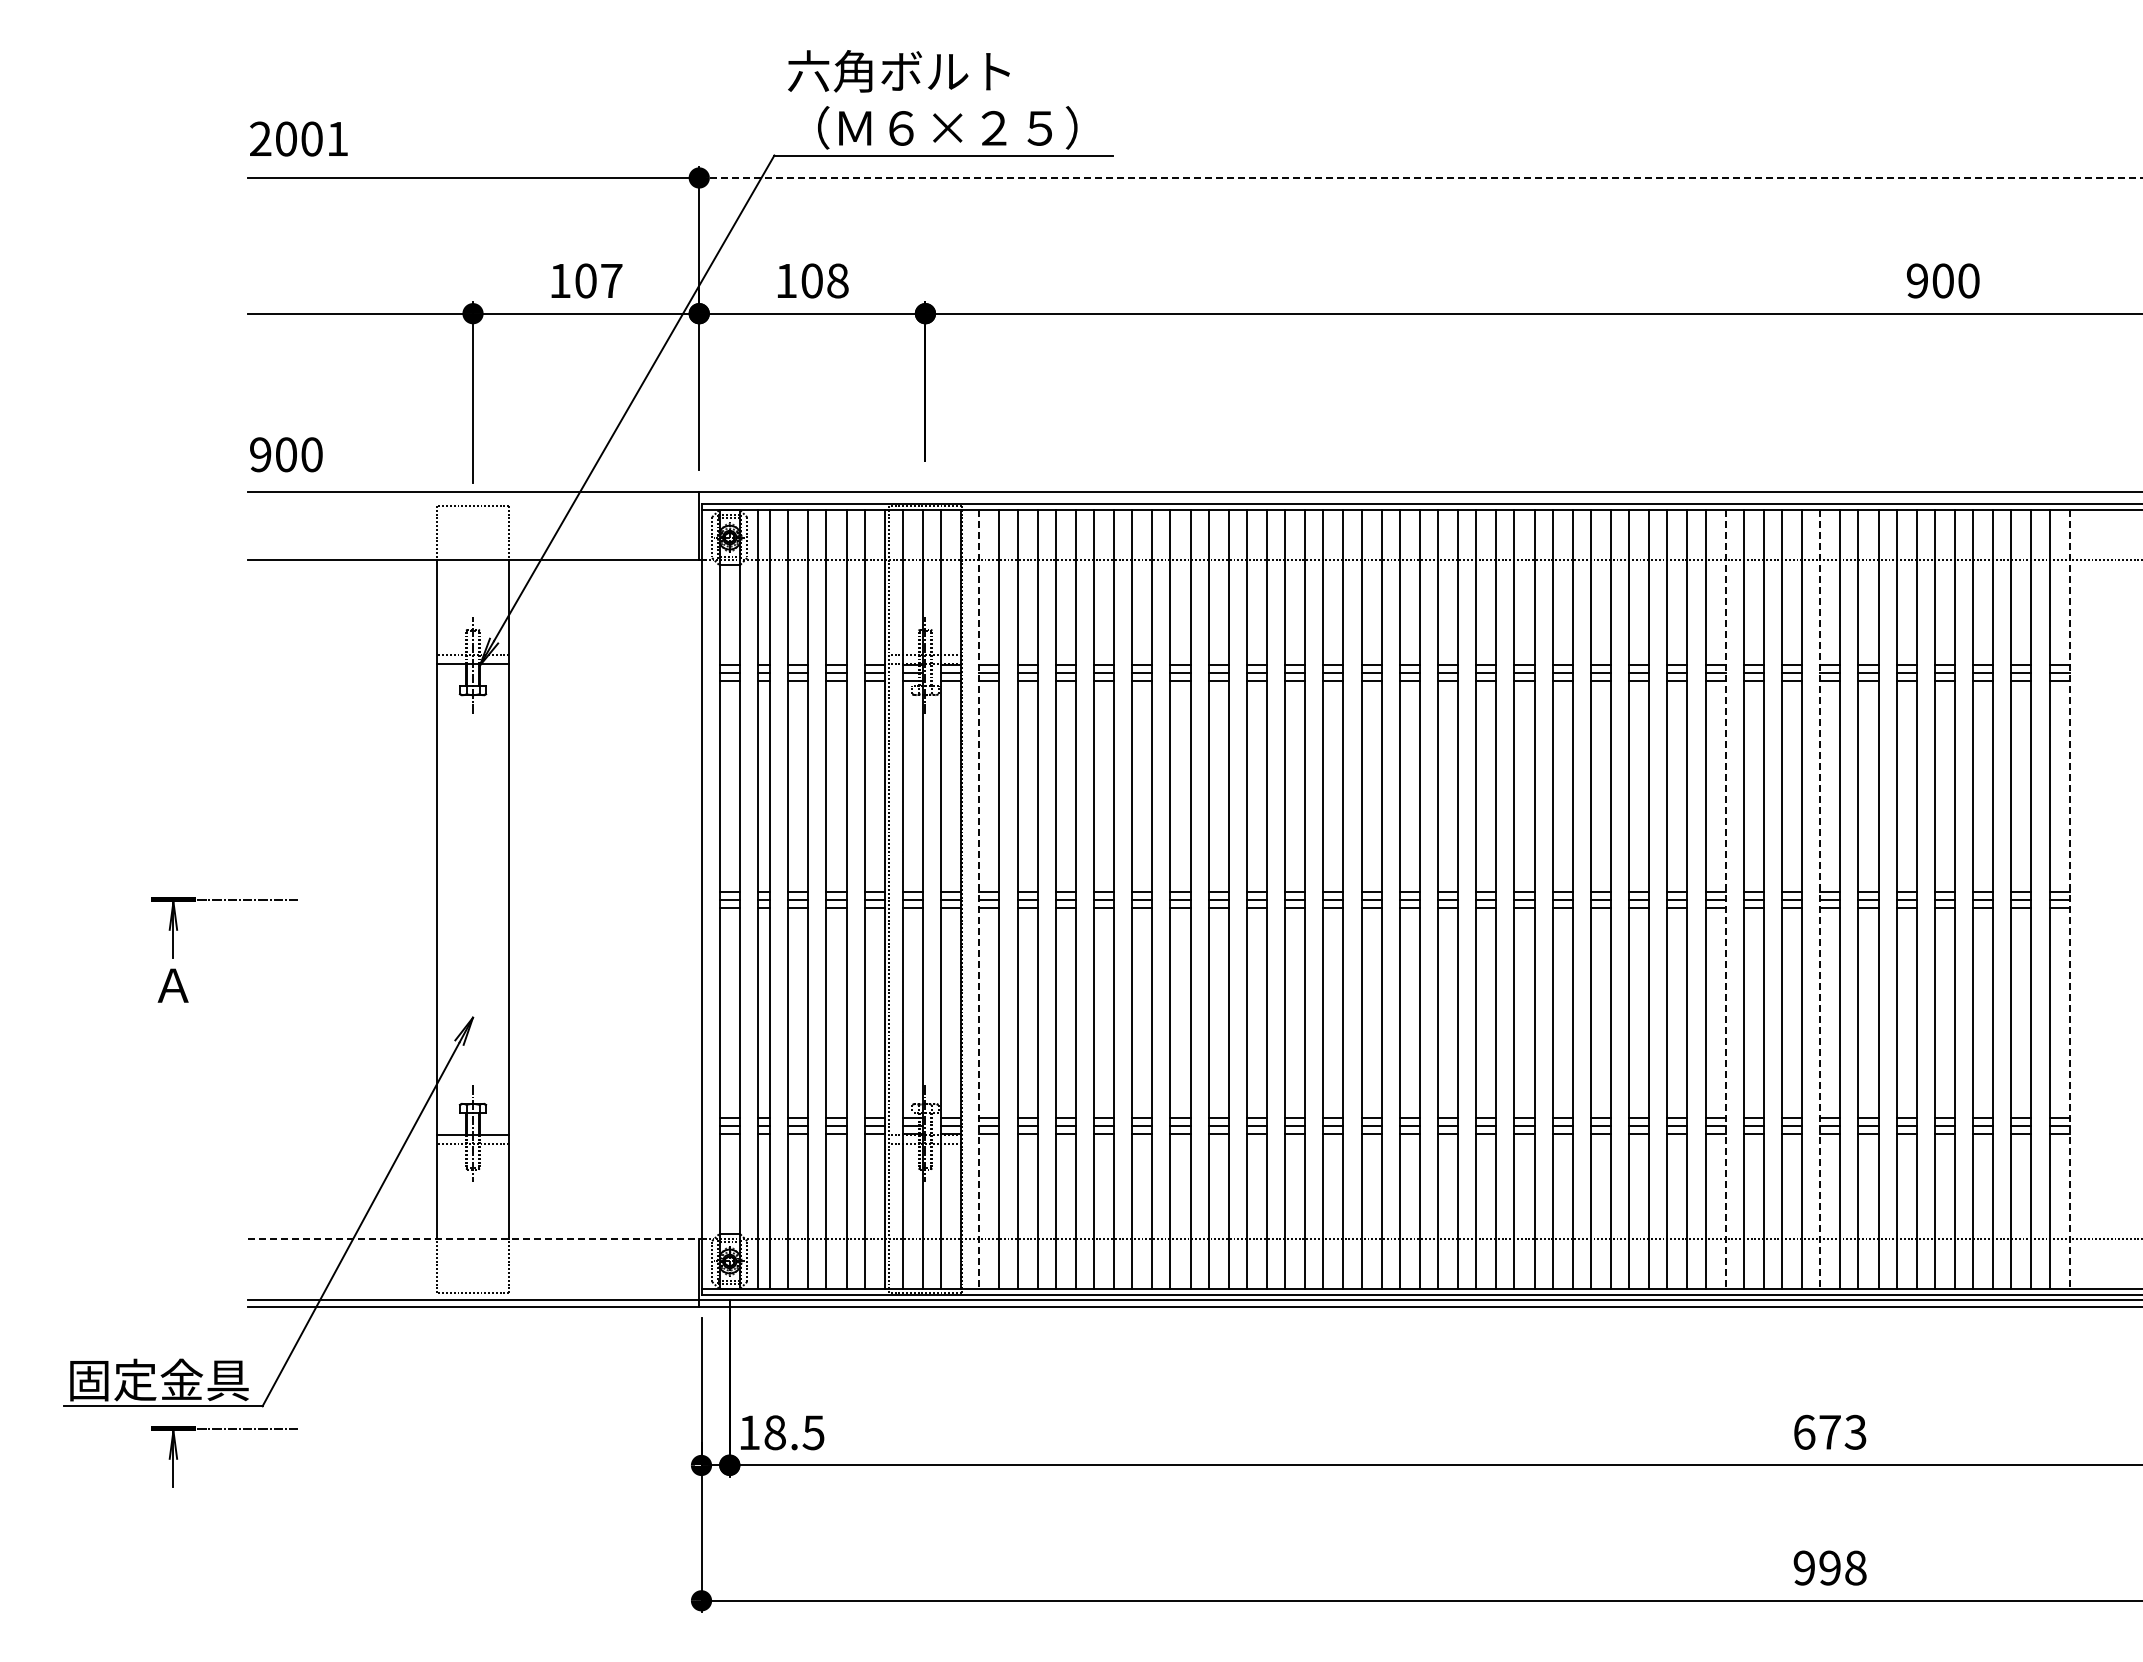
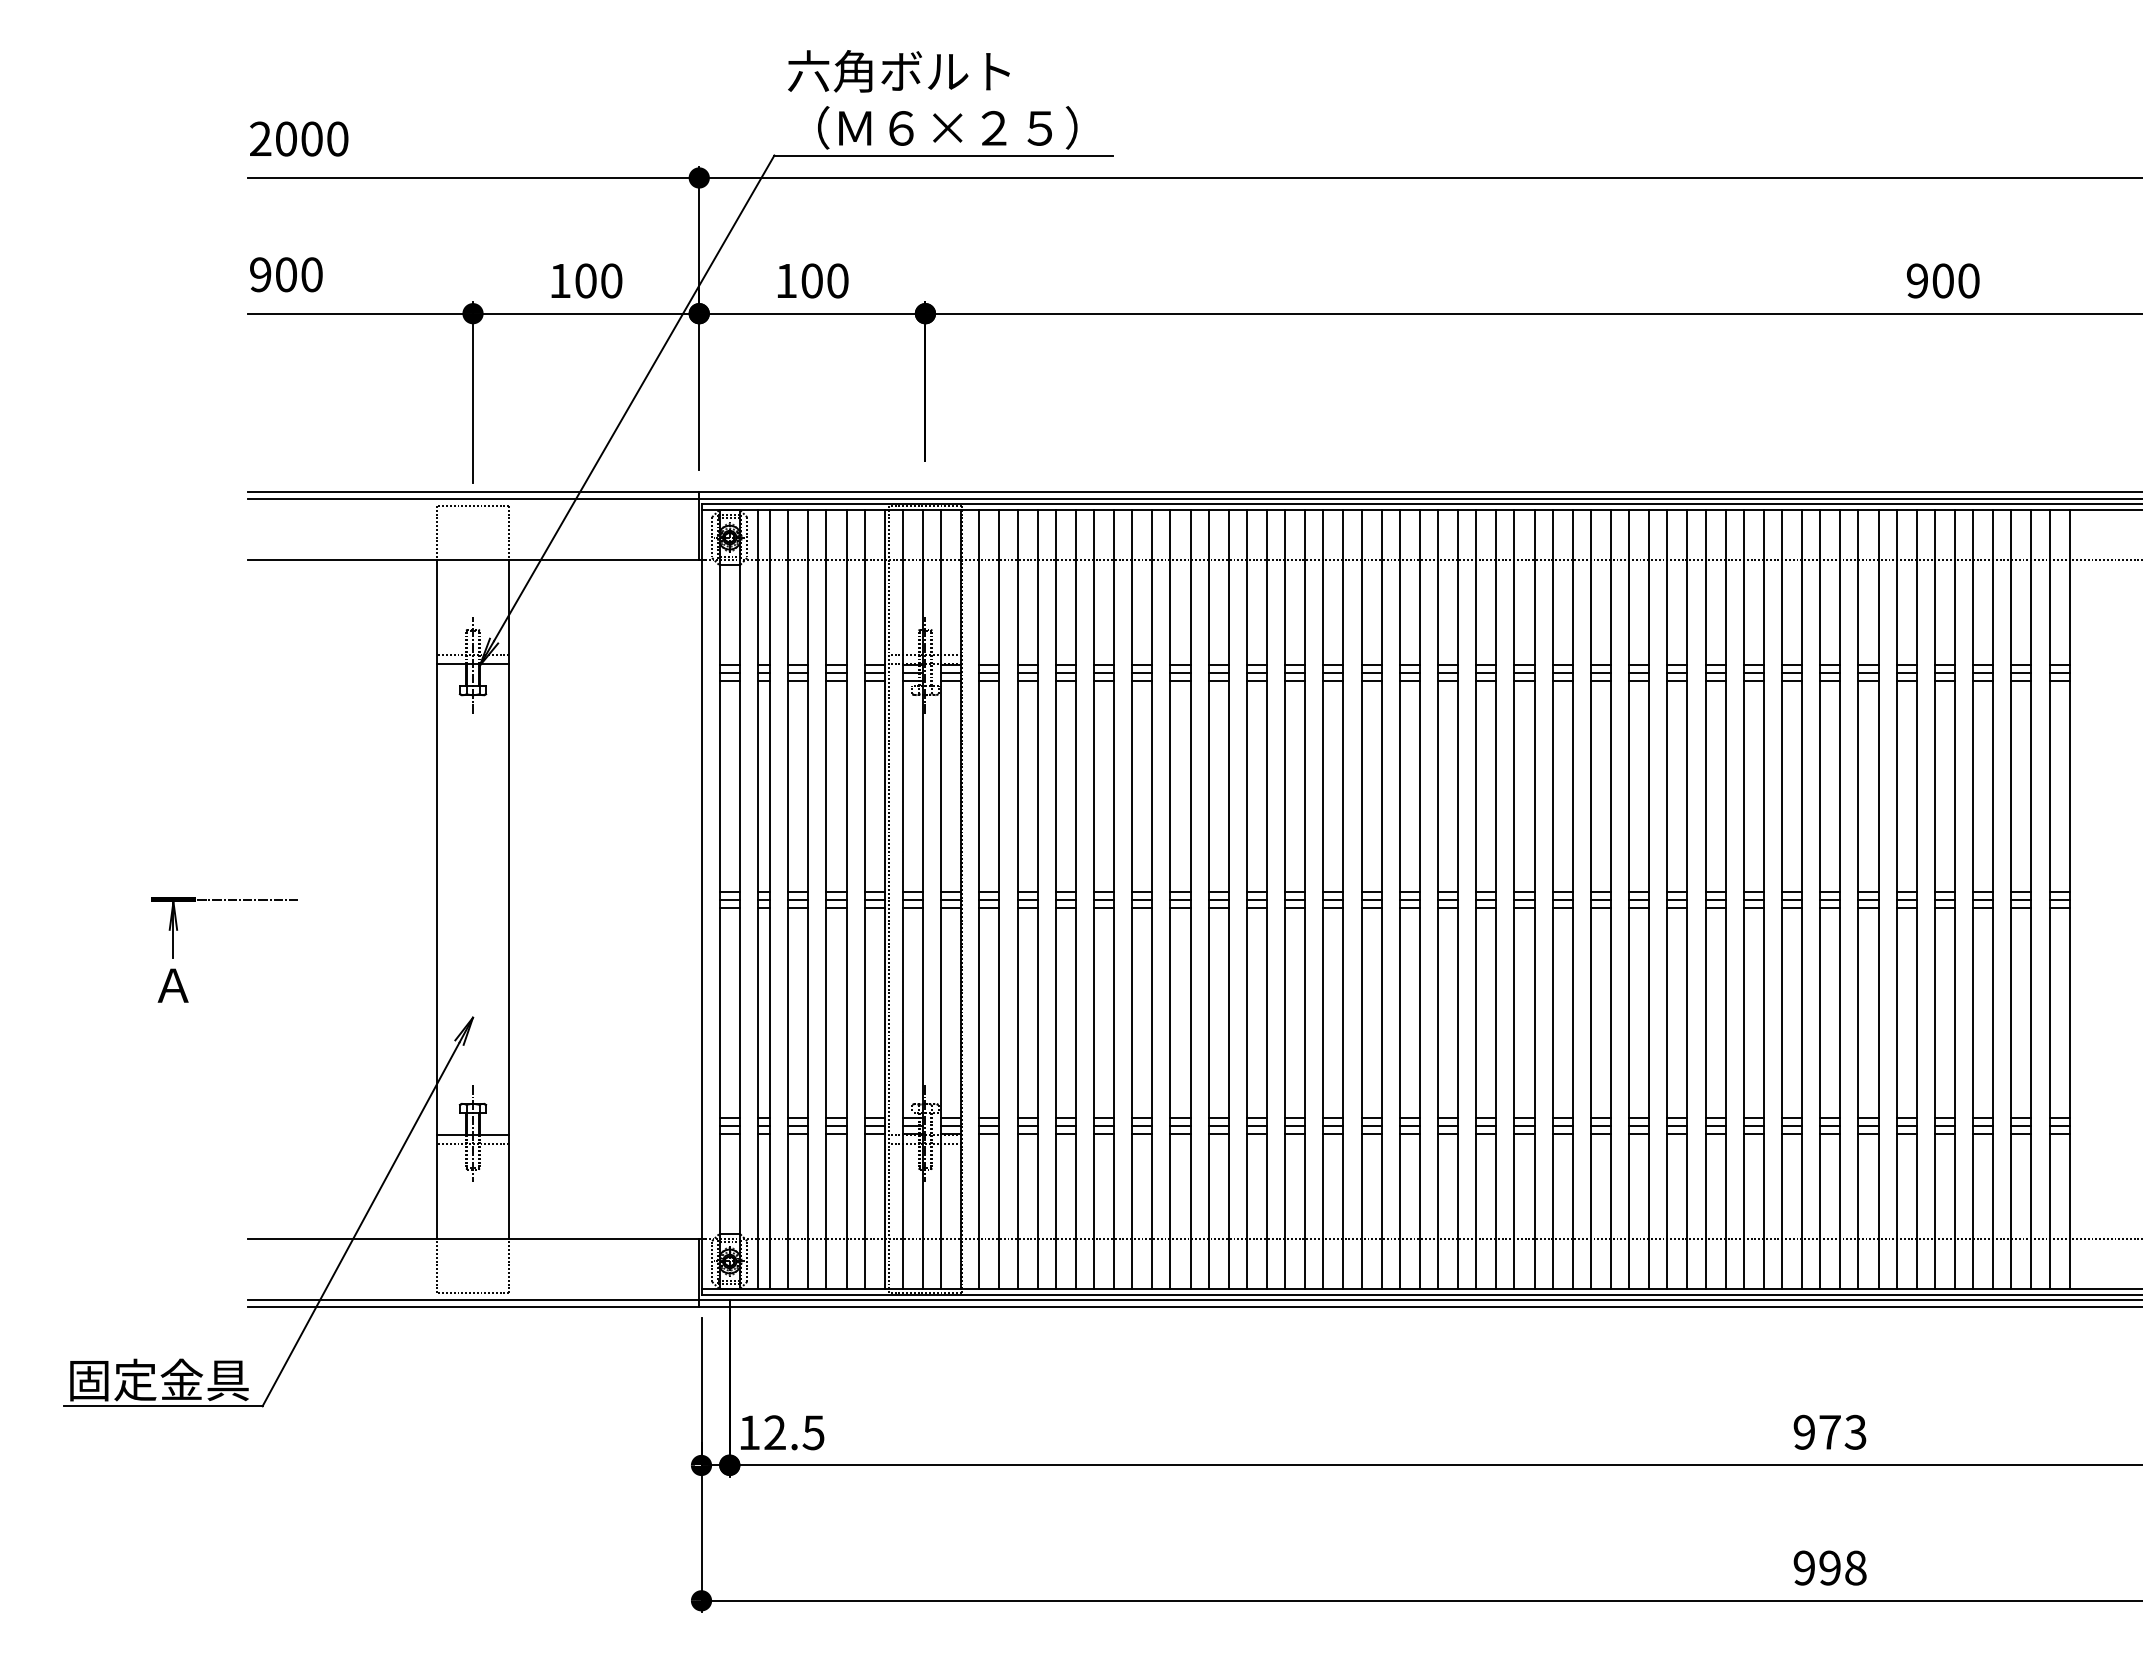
text at (337, 138): 2001 -> 2000
line at (1421, 177): dashed -> solid
text at (611, 280): 107 -> 100
text at (837, 280): 108 -> 100
text at (286, 454) position: (286, 454) -> (286, 274)
line at (1193, 499): none -> present
line at (979, 900): dashed -> solid
line at (1725, 900): dashed -> solid
line at (1820, 900): dashed -> solid
line at (2069, 900): dashed -> solid
line at (476, 1238): dashed -> solid
part at (224, 1429): present -> none
text at (1804, 1431): 673 -> 973
text at (774, 1432): 18.5 -> 12.5
